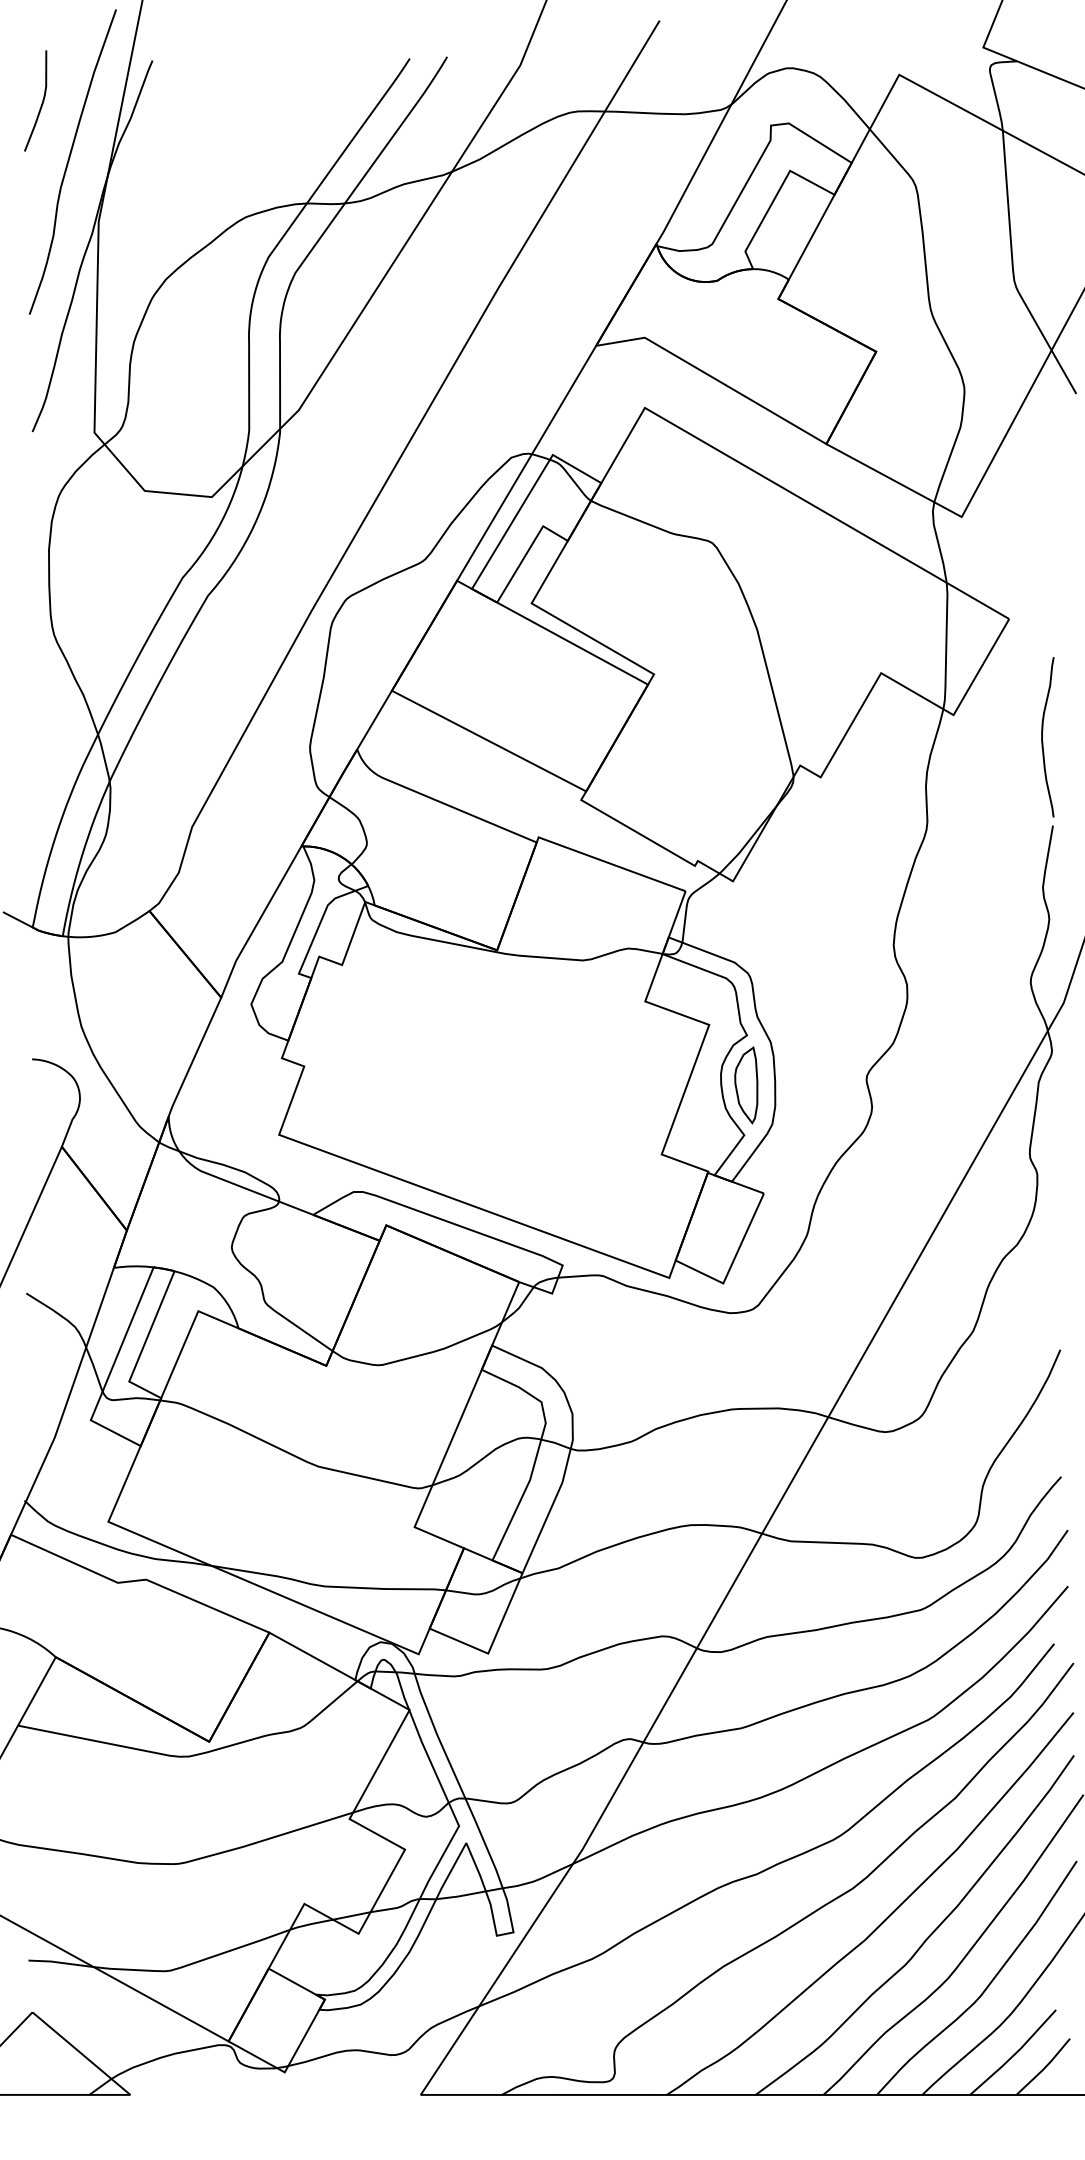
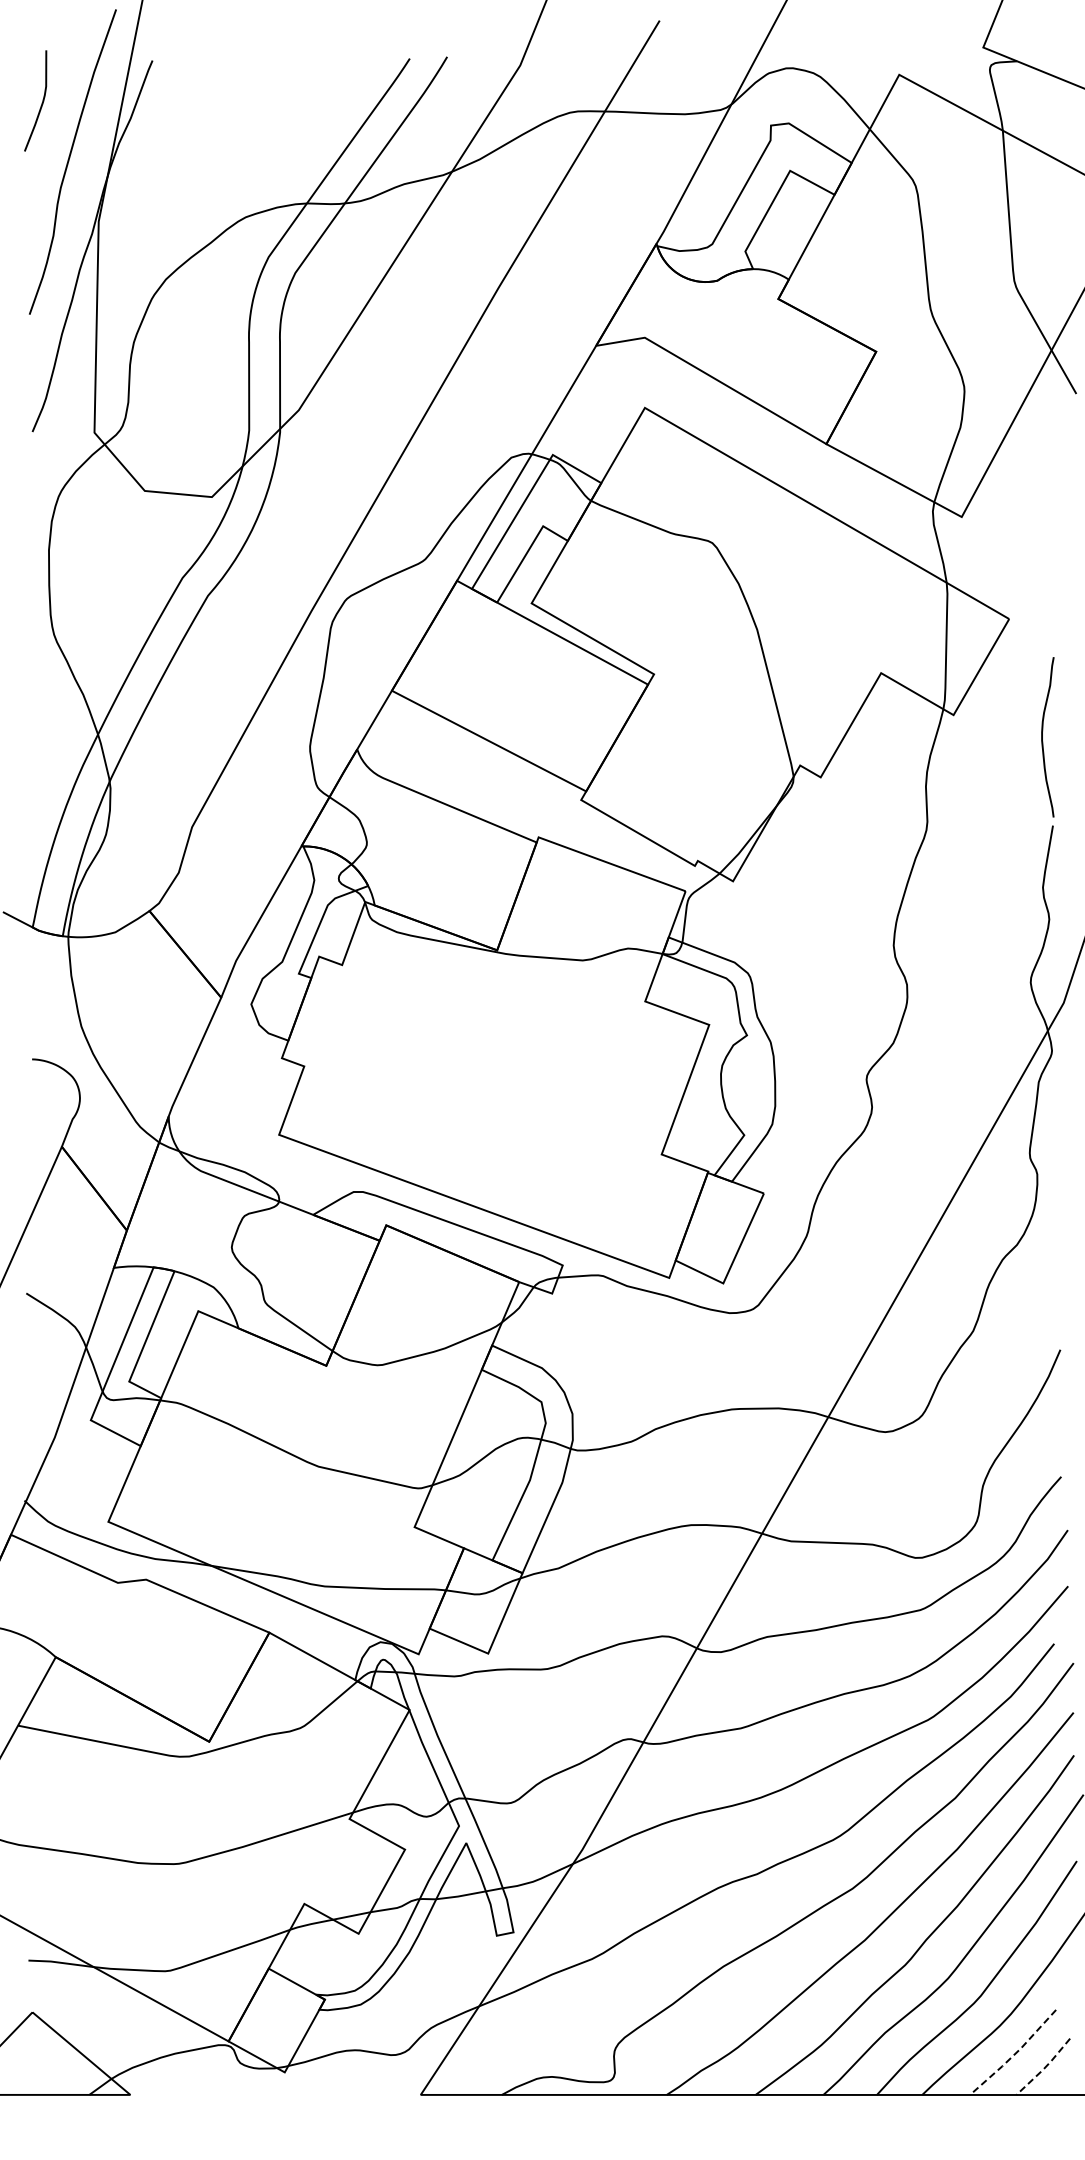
part at (746, 1085): present -> none
line at (1014, 2055): solid -> dashed
line at (1044, 2067): solid -> dashed
